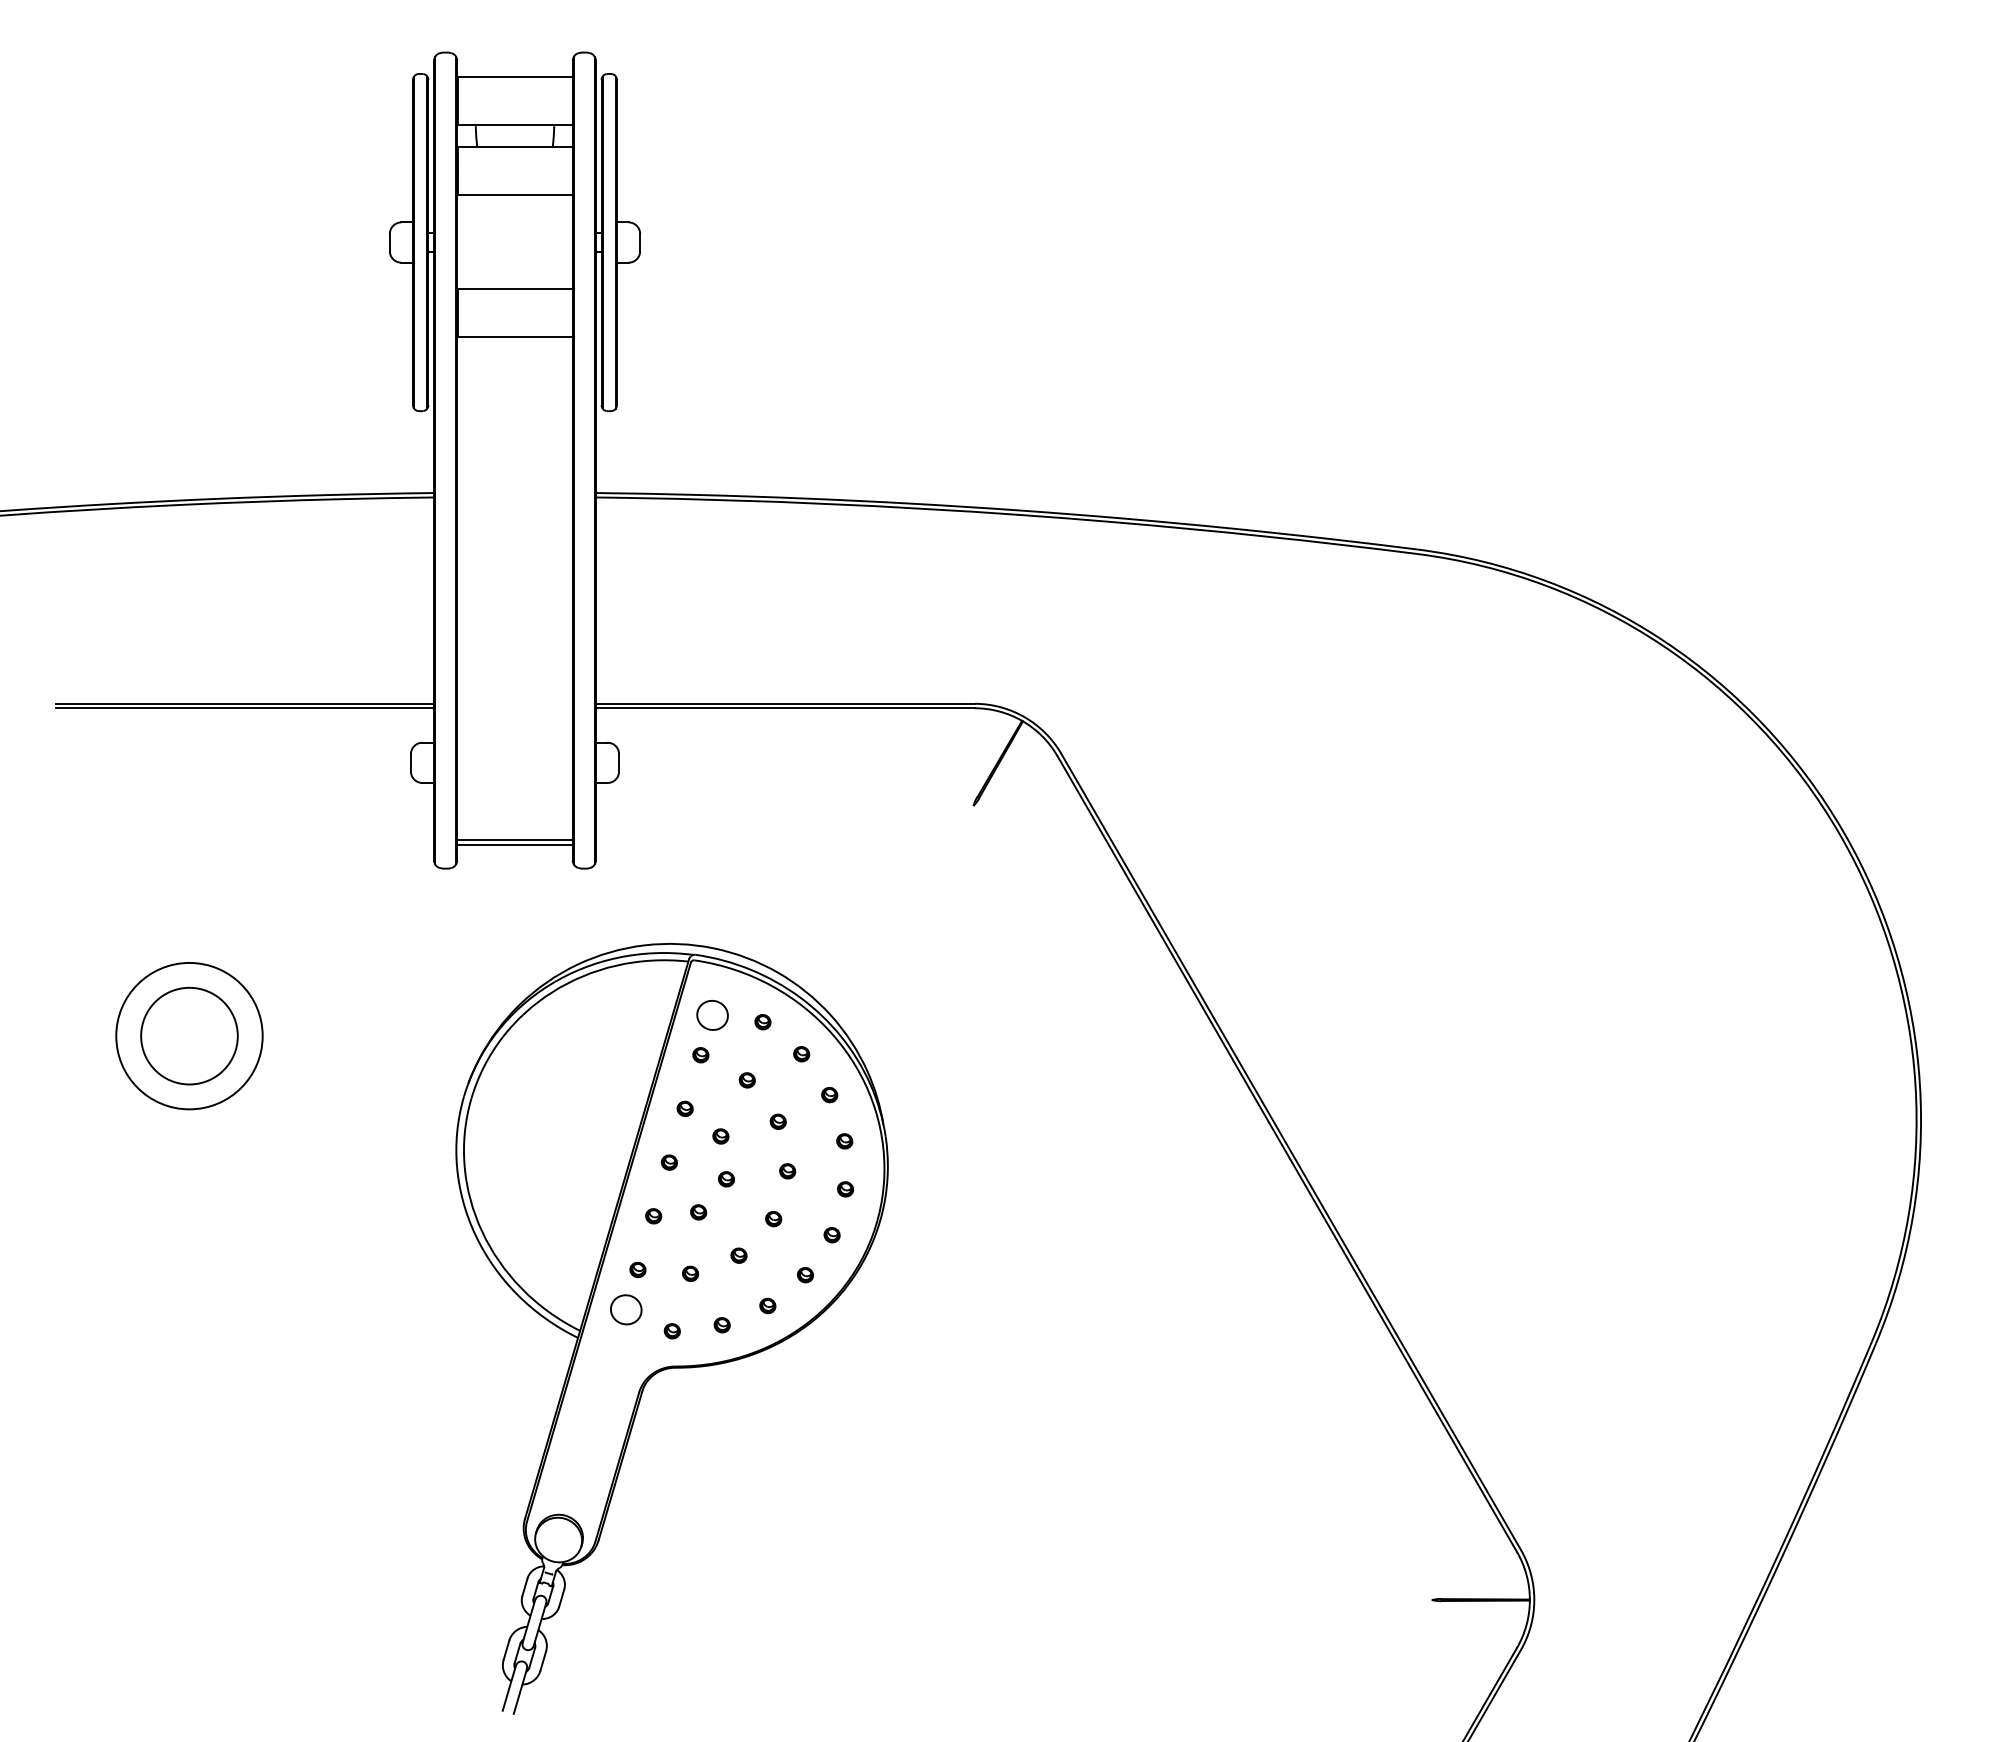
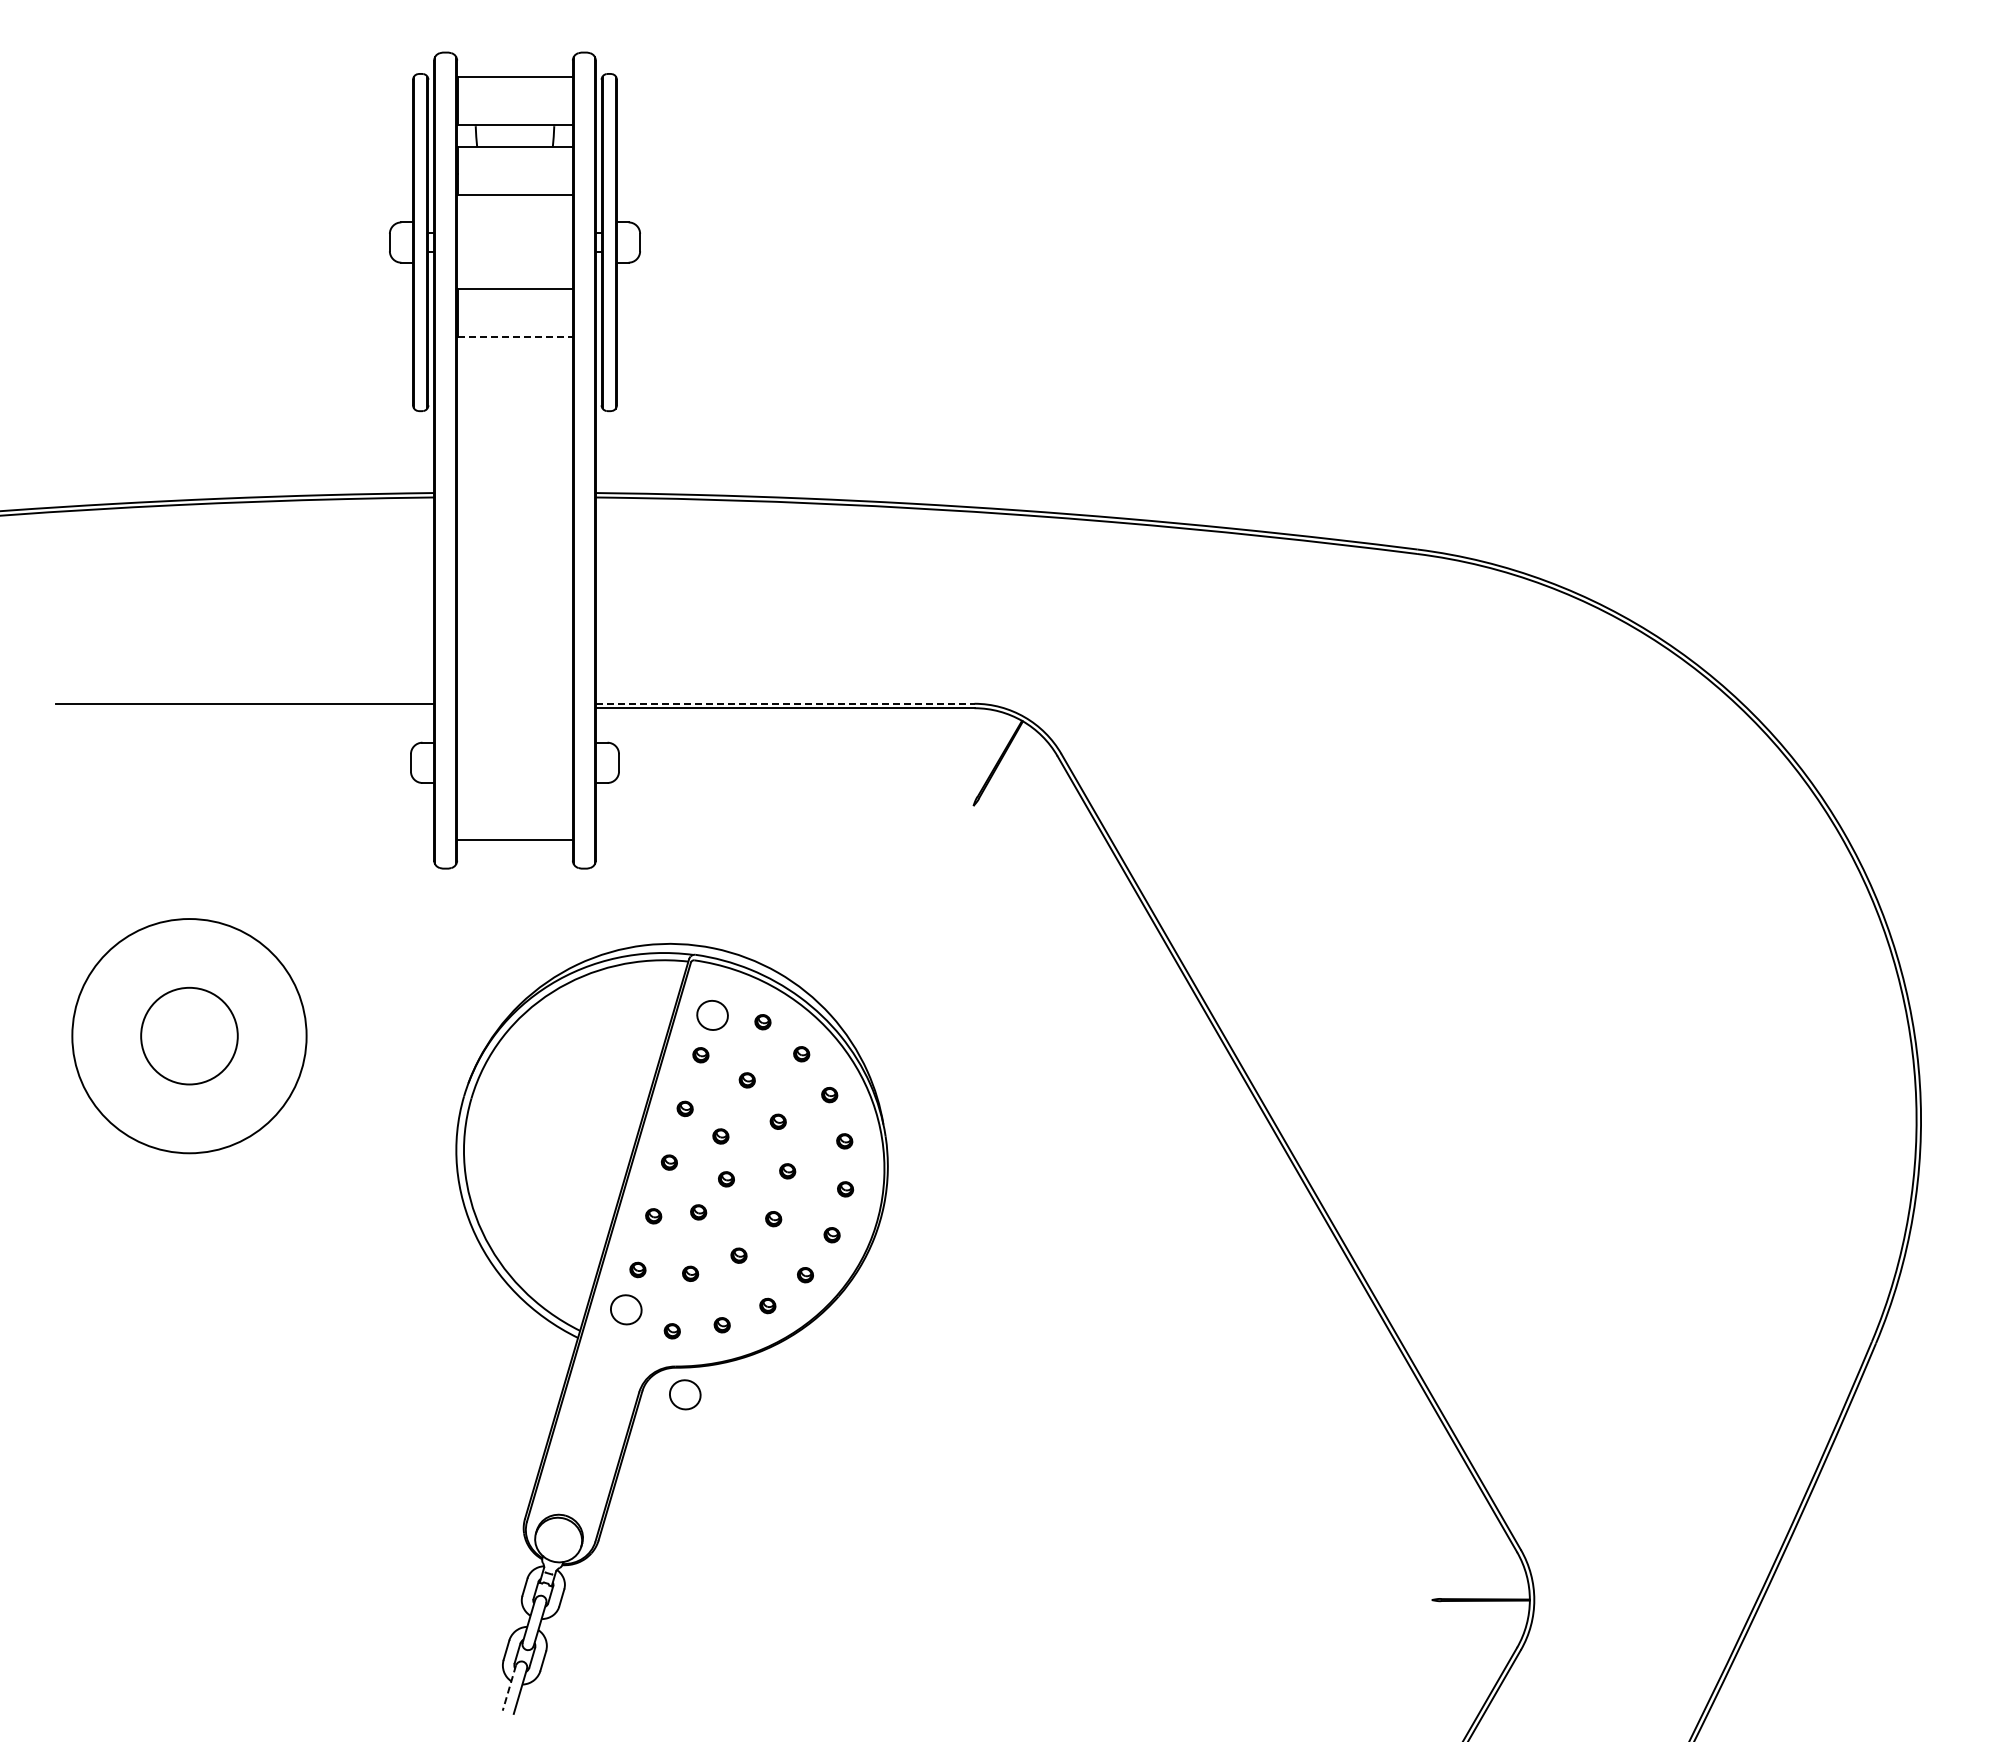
line at (515, 337): solid -> dashed
line at (785, 703): solid -> dashed
line at (244, 708): present -> none
line at (514, 845): present -> none
circle at (189, 1035) diameter: 146 px -> 234 px
part at (685, 1394): none -> present
line at (509, 1688): solid -> dashed
